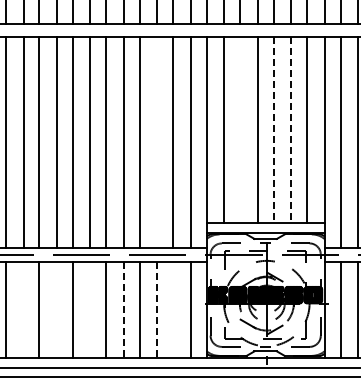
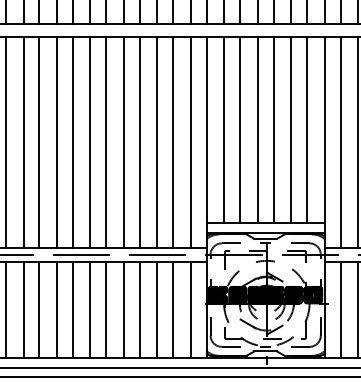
line at (240, 129): none -> present
line at (273, 129): dashed -> solid
line at (291, 129): dashed -> solid
line at (157, 142): none -> present
line at (23, 309): none -> present
line at (56, 309): none -> present
line at (90, 309): none -> present
line at (123, 309): dashed -> solid
line at (157, 309): dashed -> solid
line at (173, 309): none -> present
